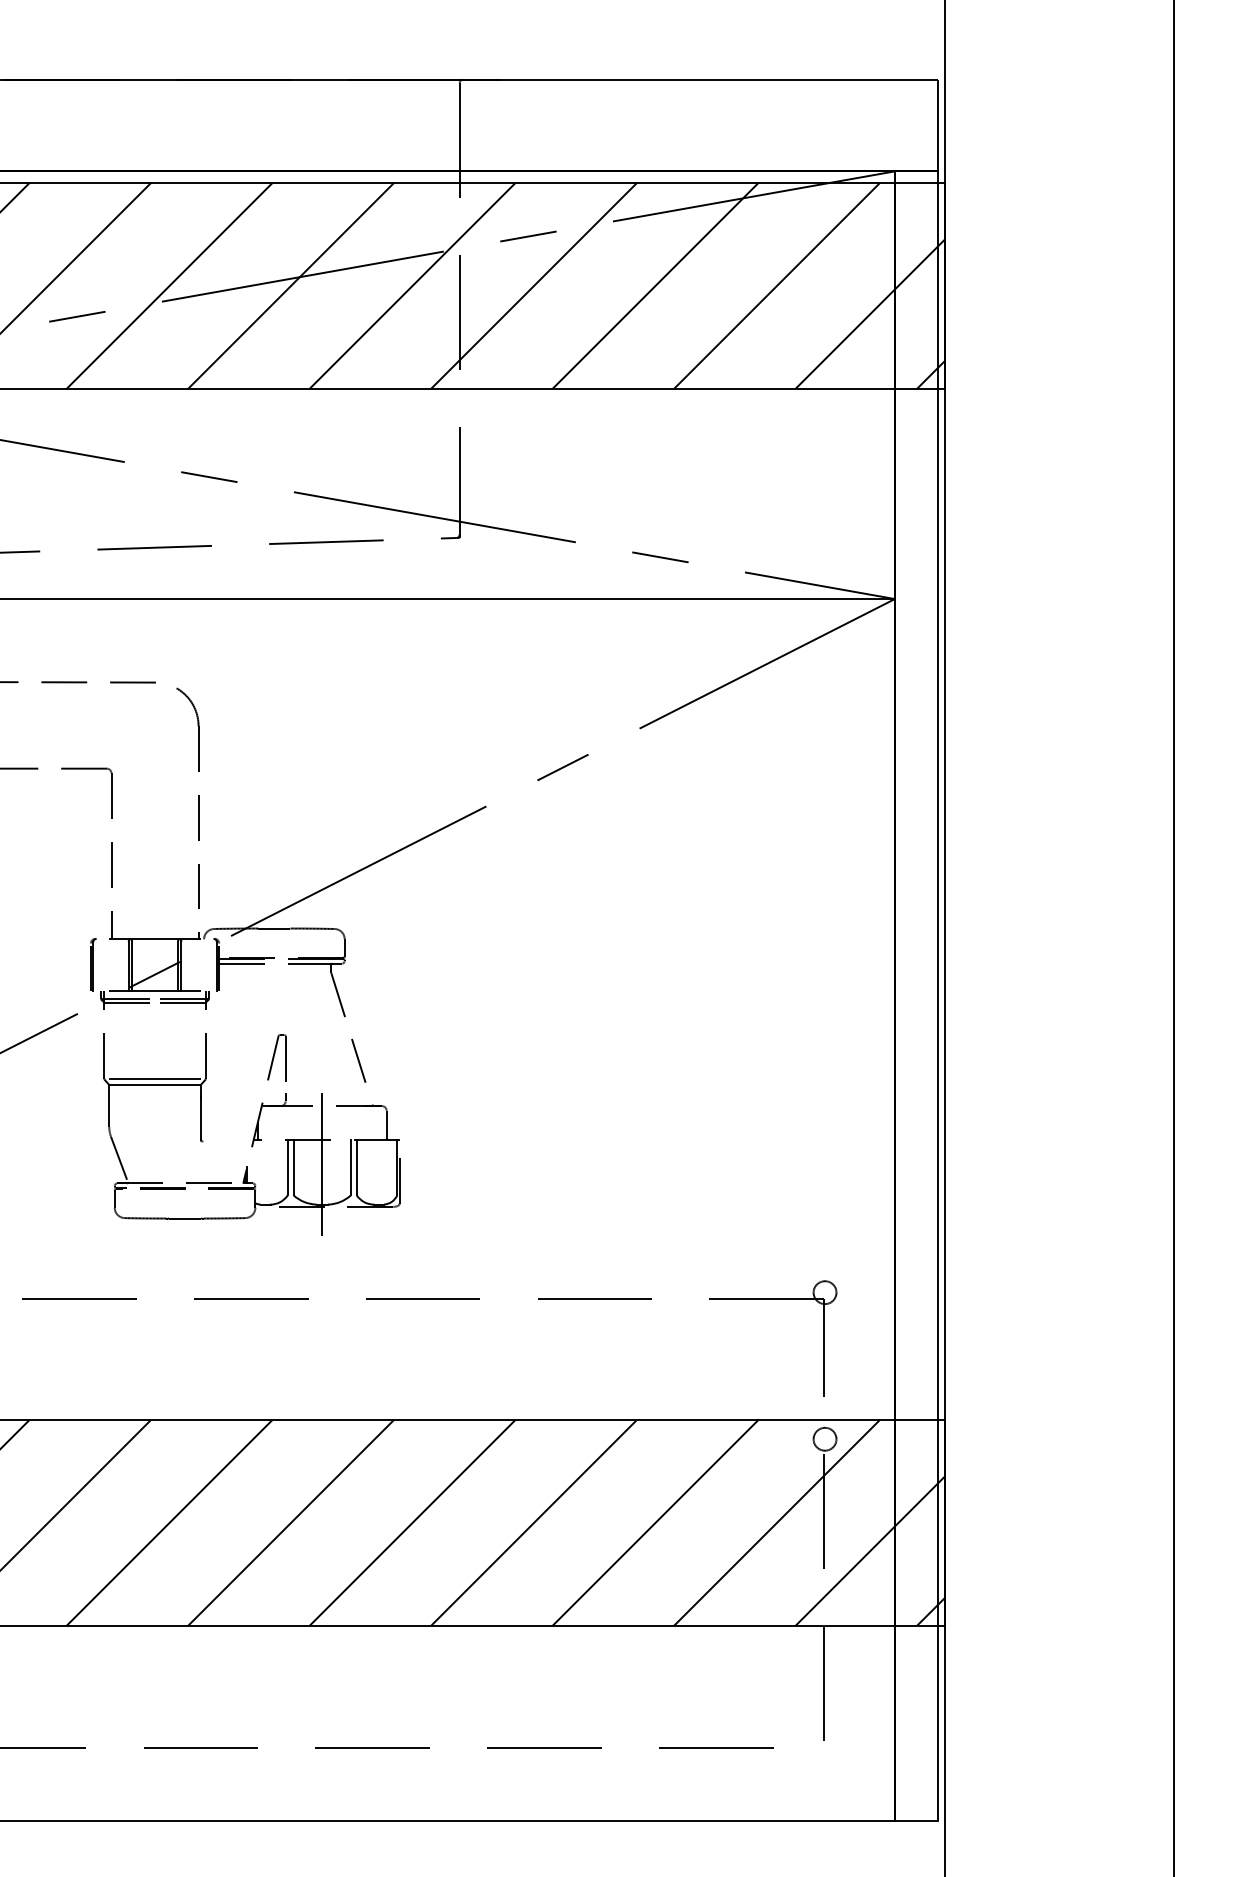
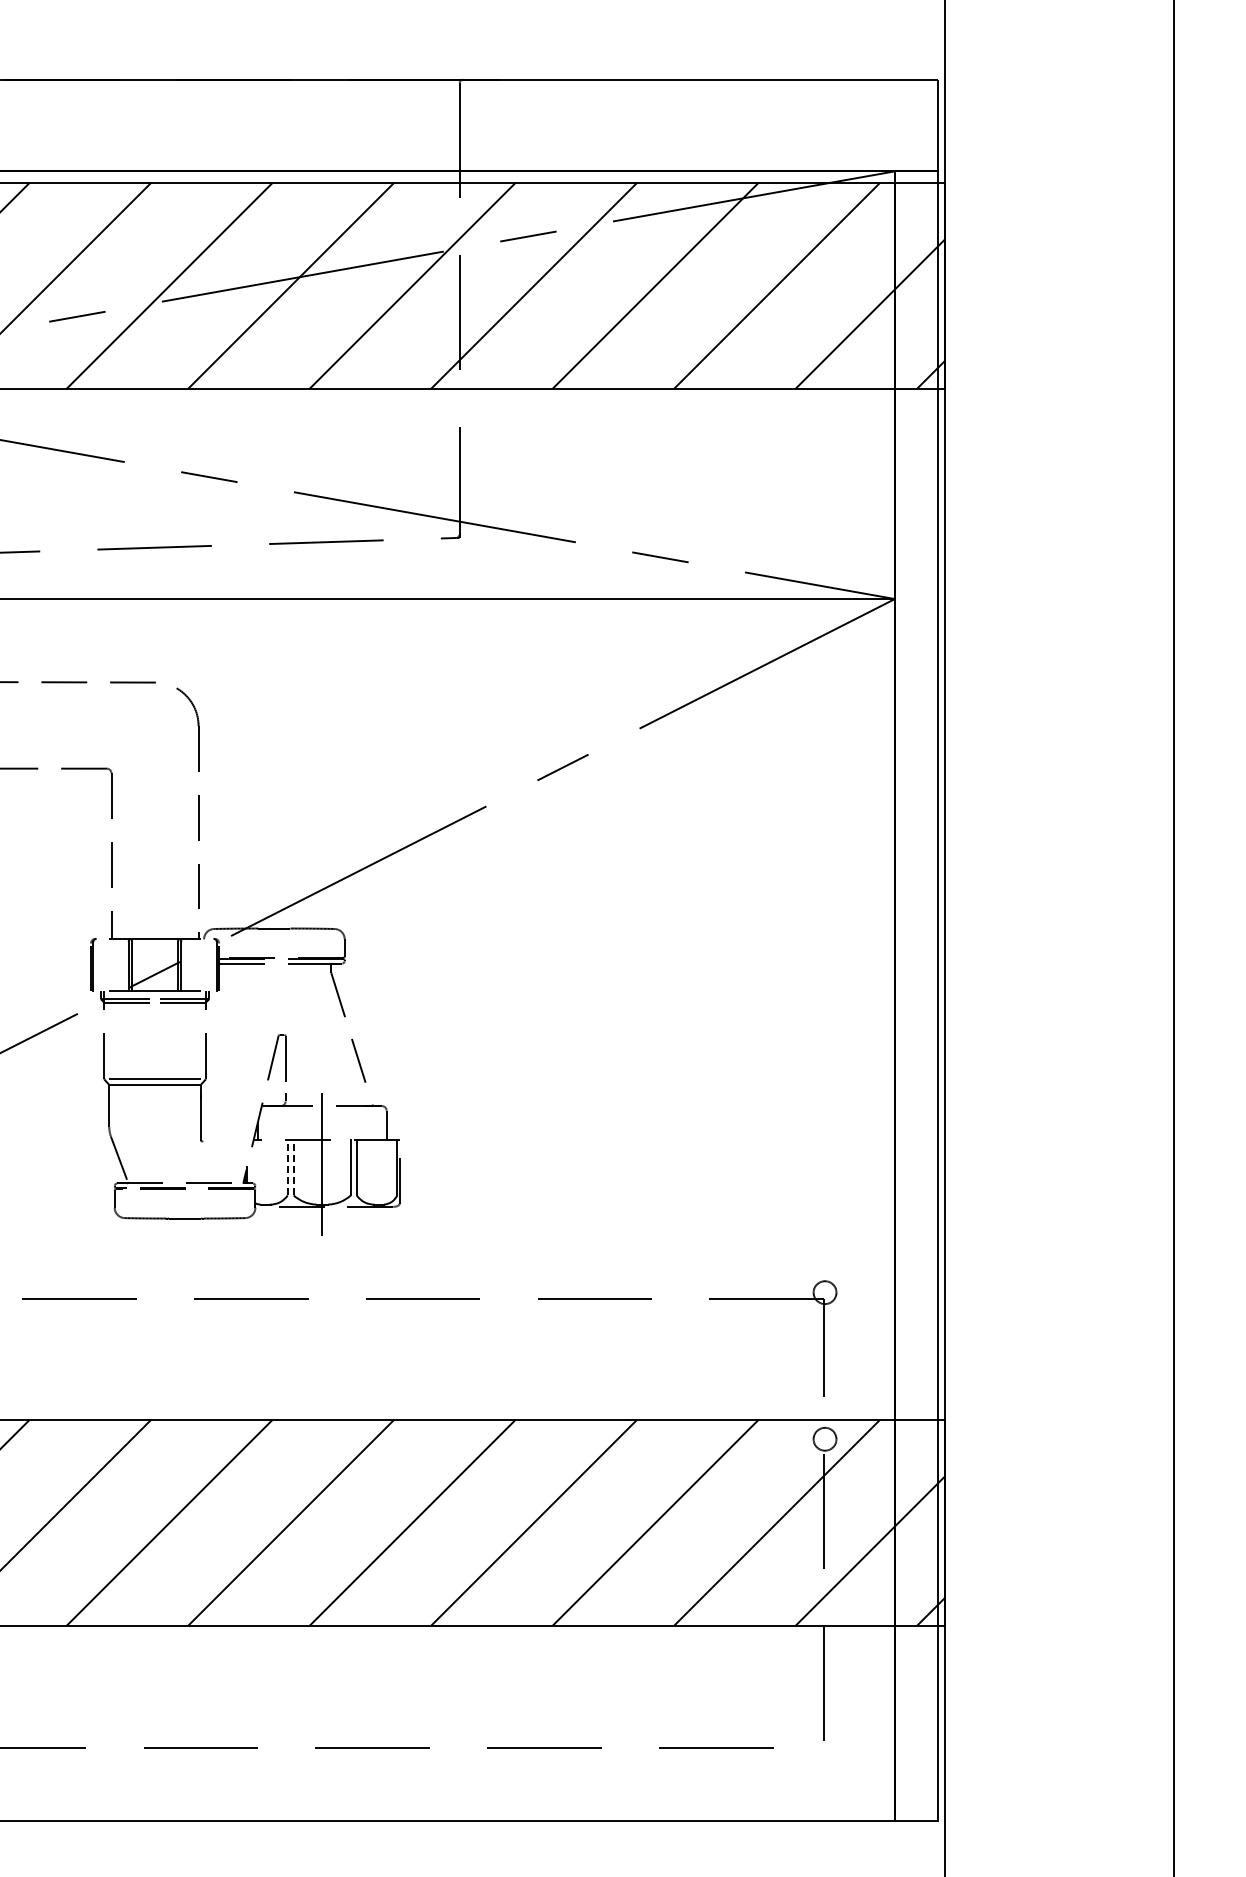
line at (287, 1167): solid -> dashed
line at (293, 1167): solid -> dashed
